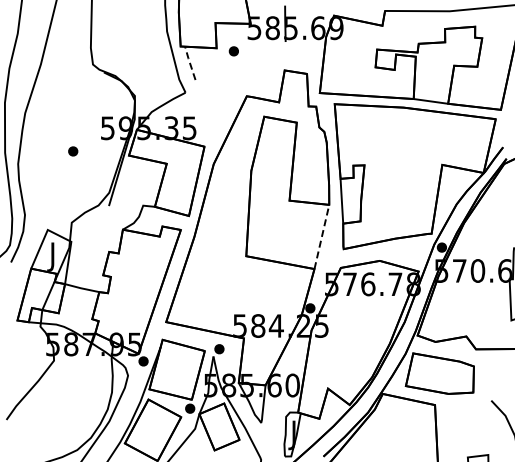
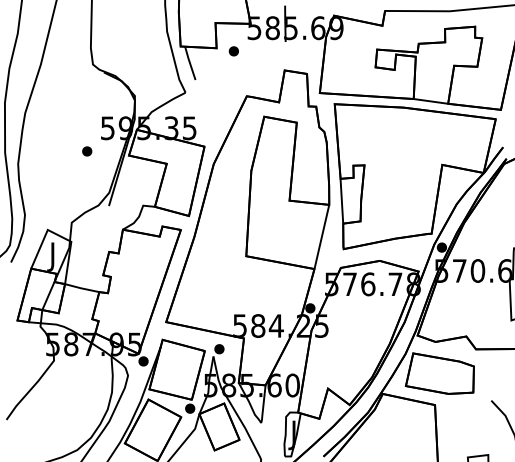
line at (189, 62): dashed -> solid
part at (73, 151) position: (73, 151) -> (87, 151)
line at (321, 236): dashed -> solid
